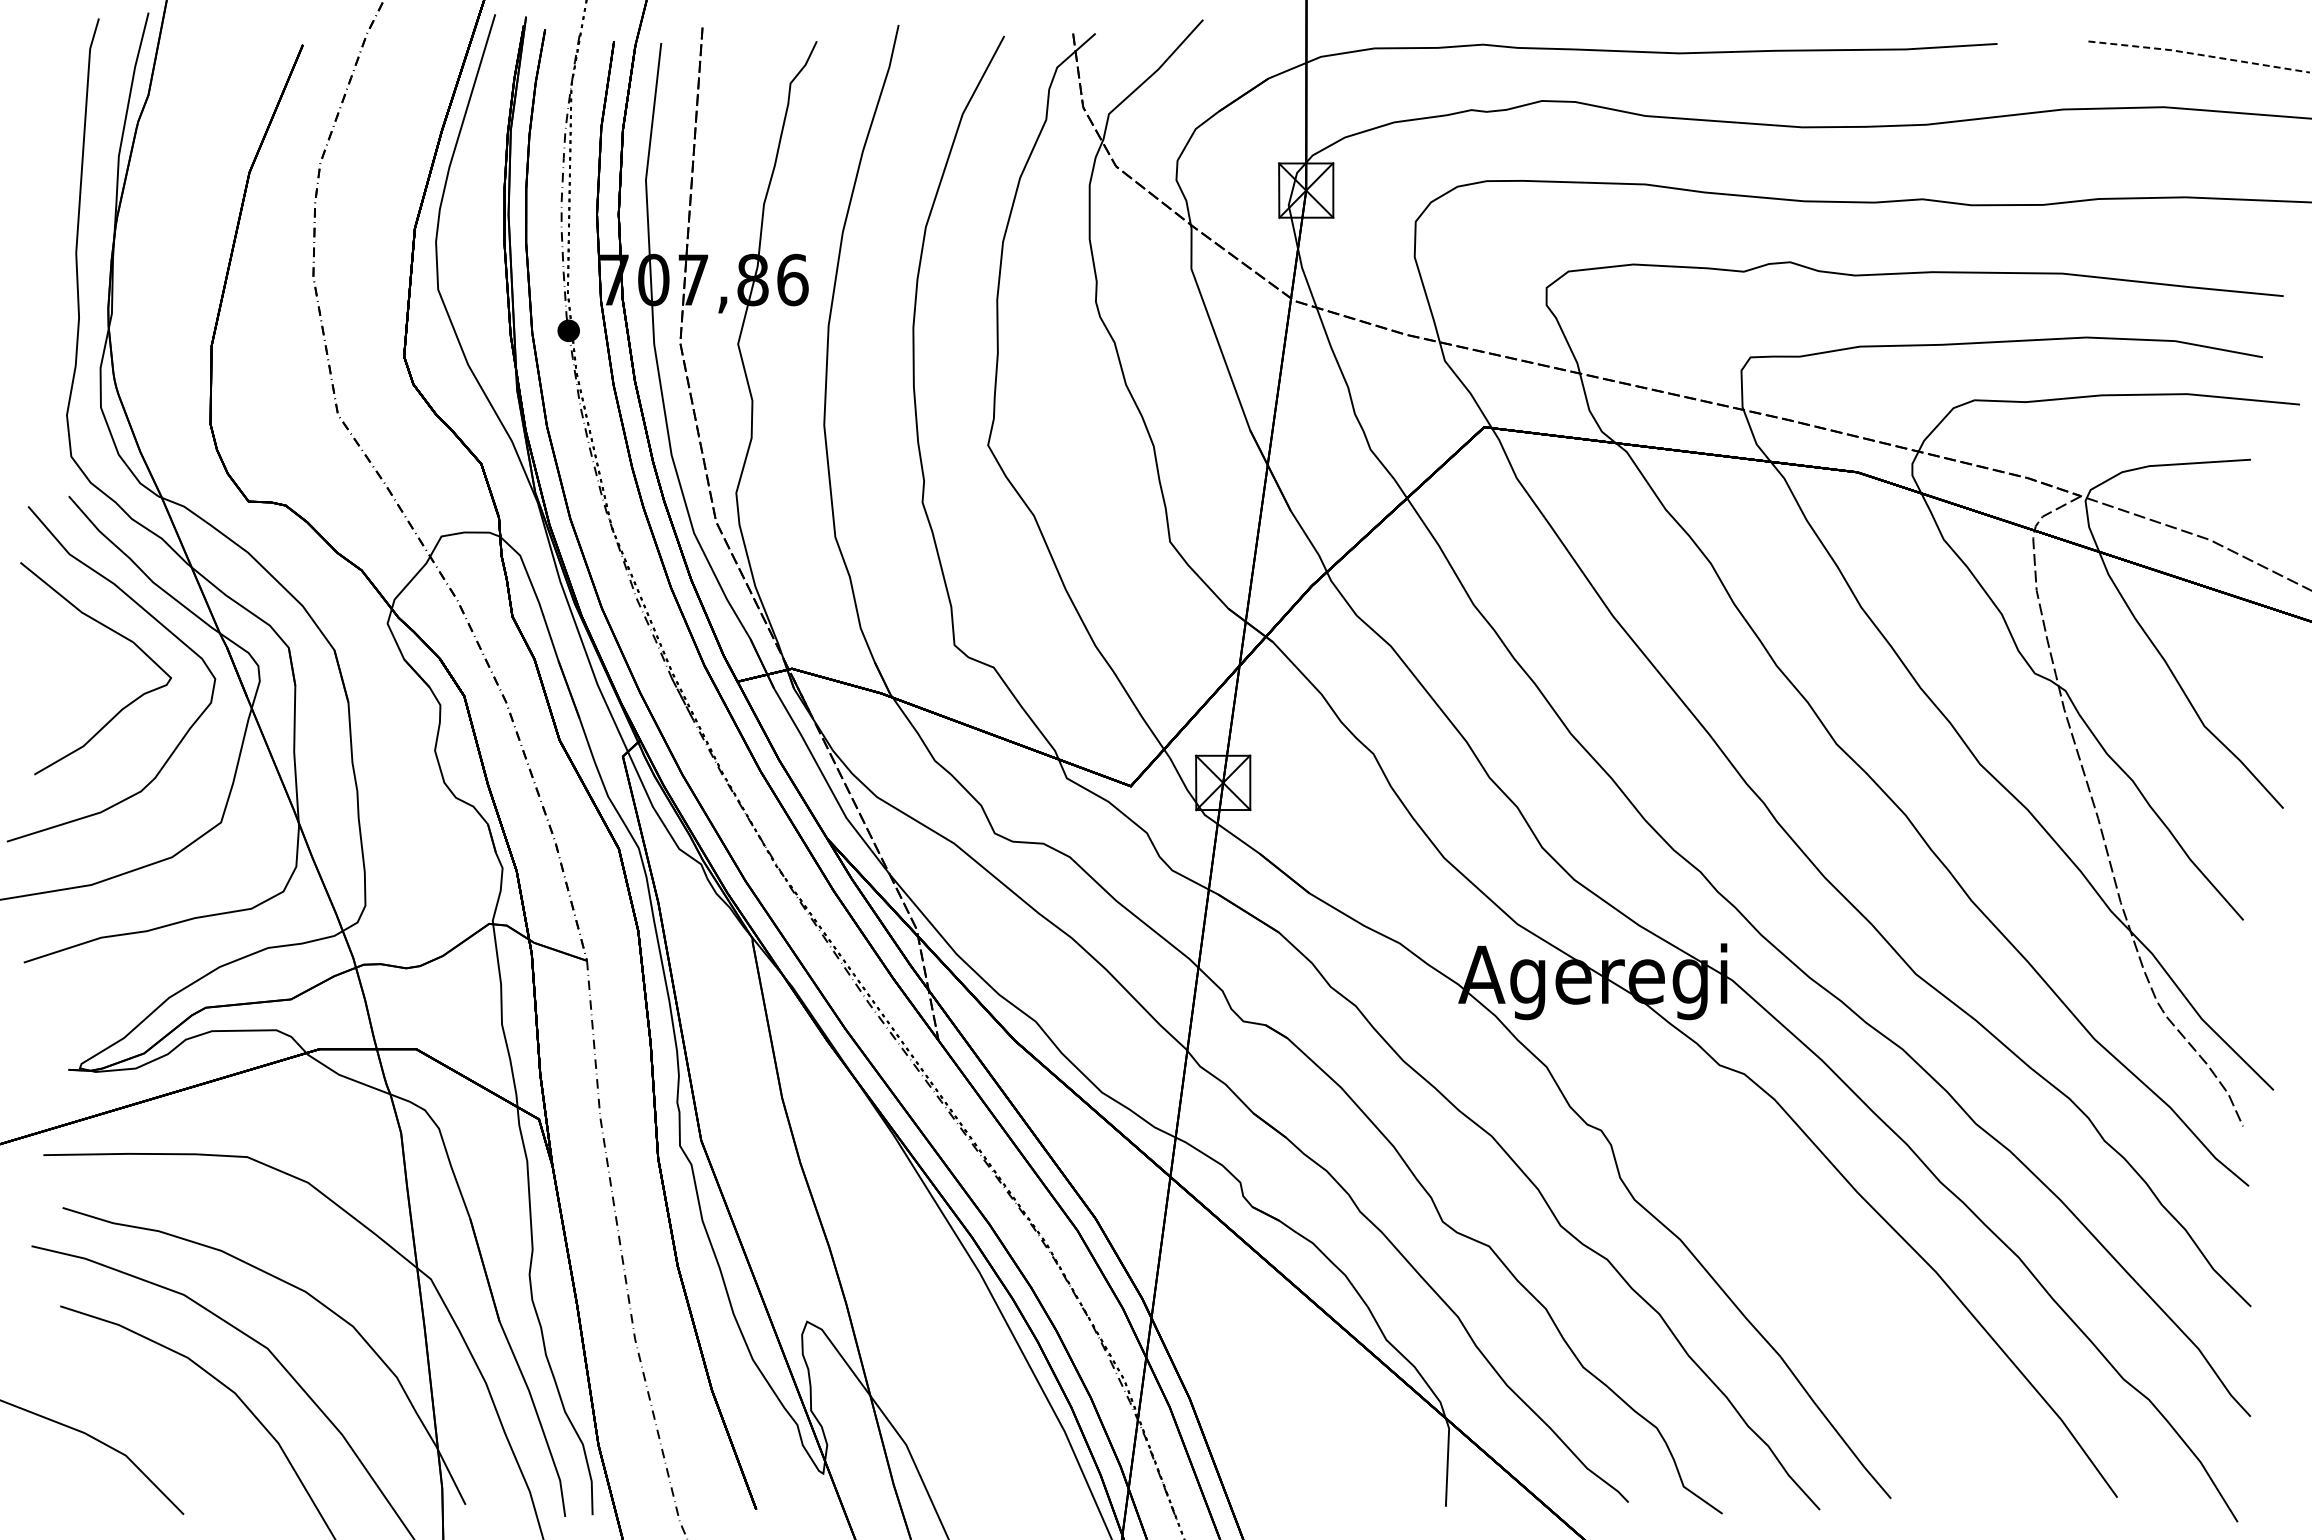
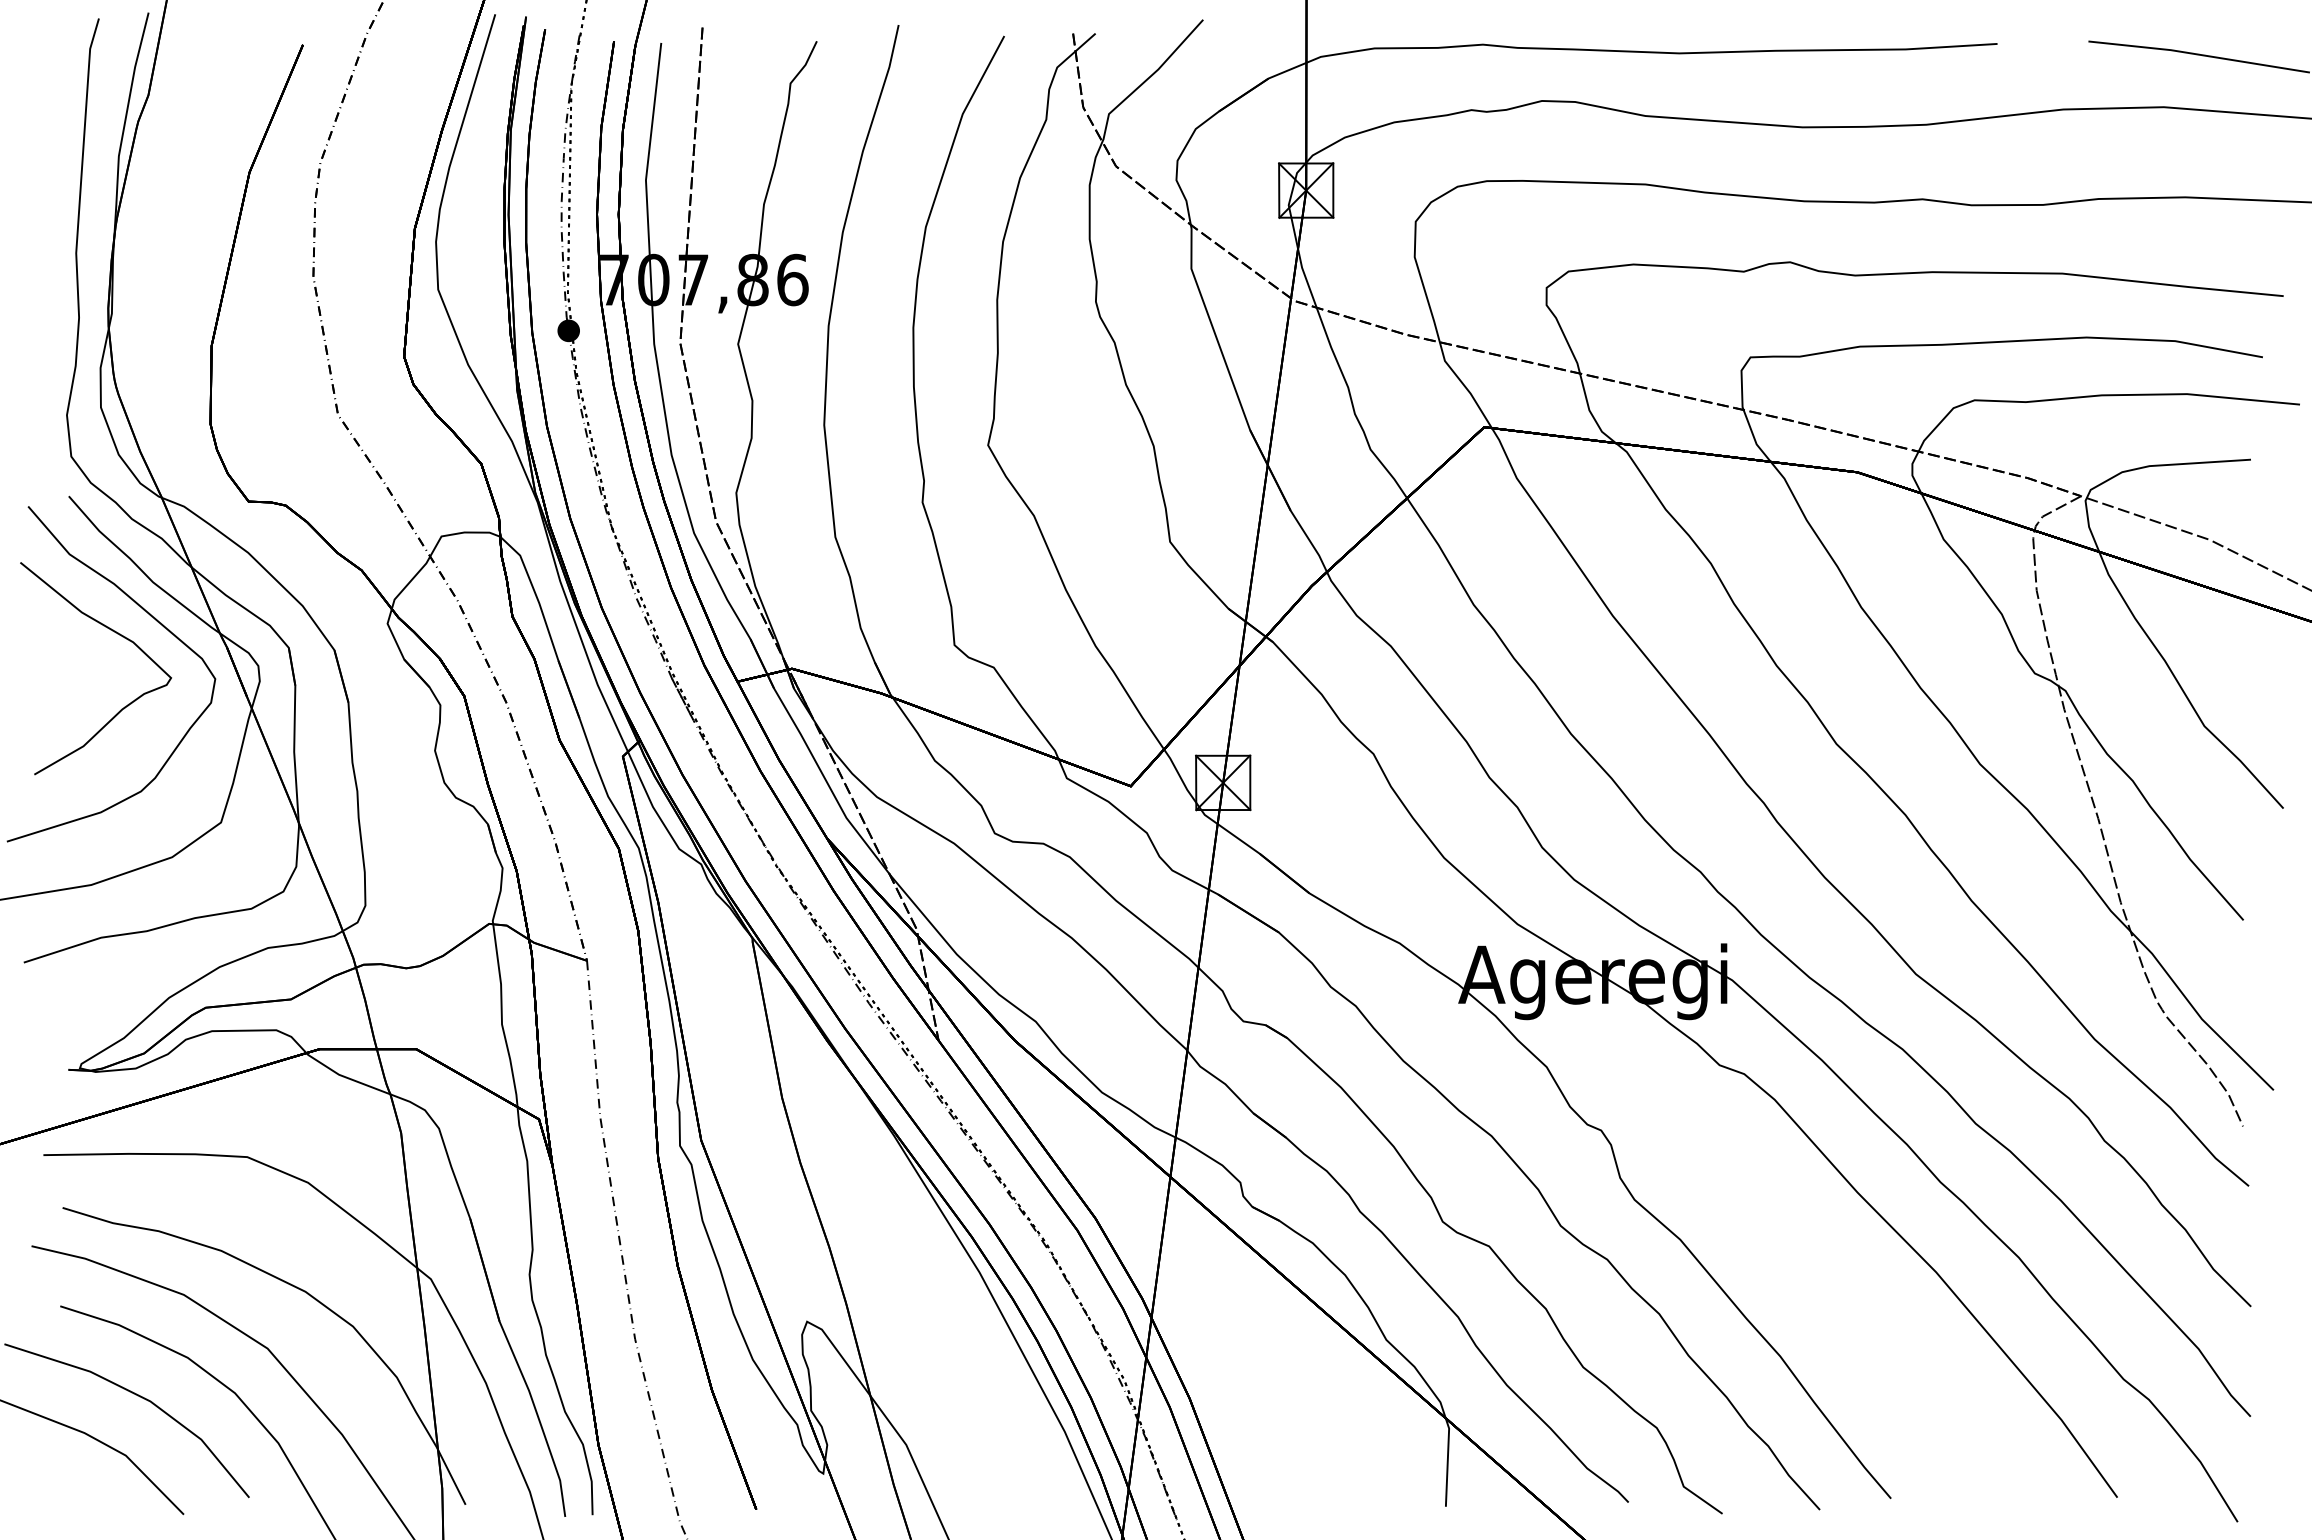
line at (2199, 54): dashed -> solid
line at (137, 1396): none -> present
